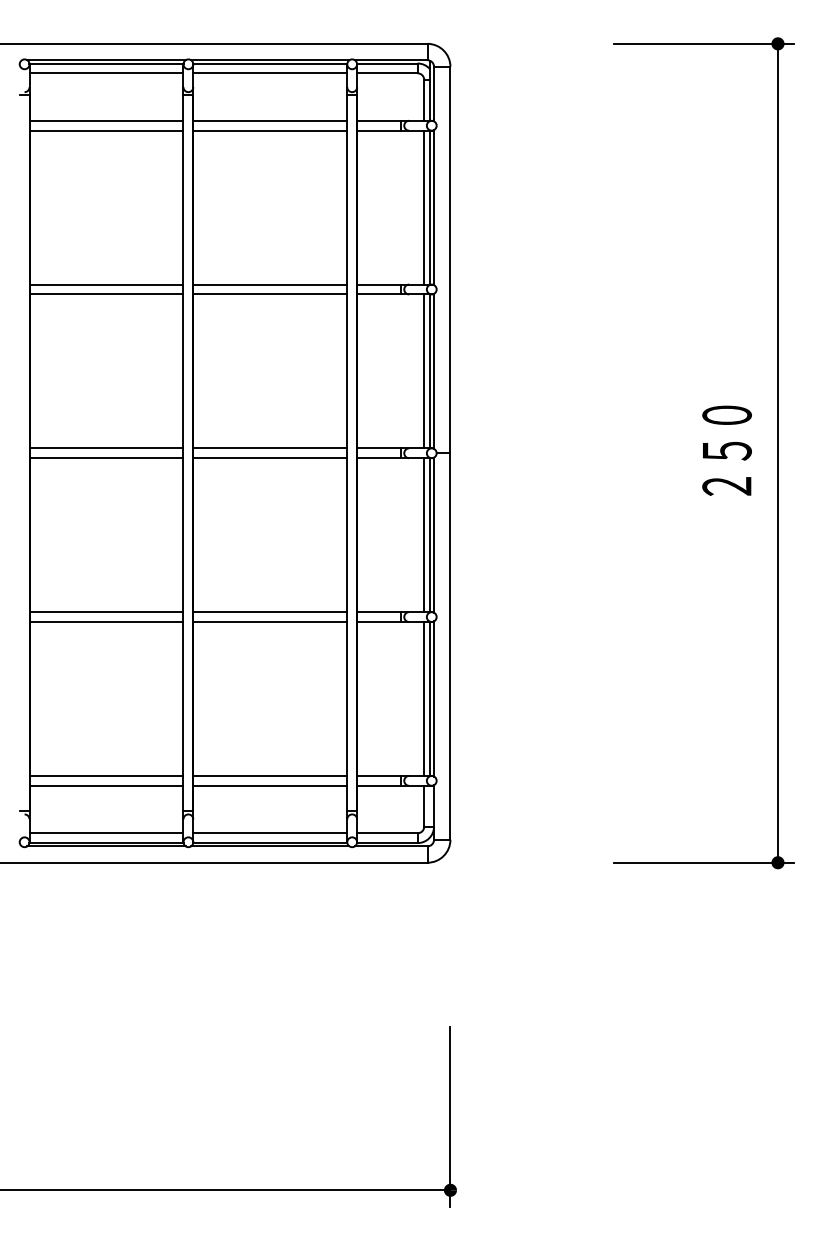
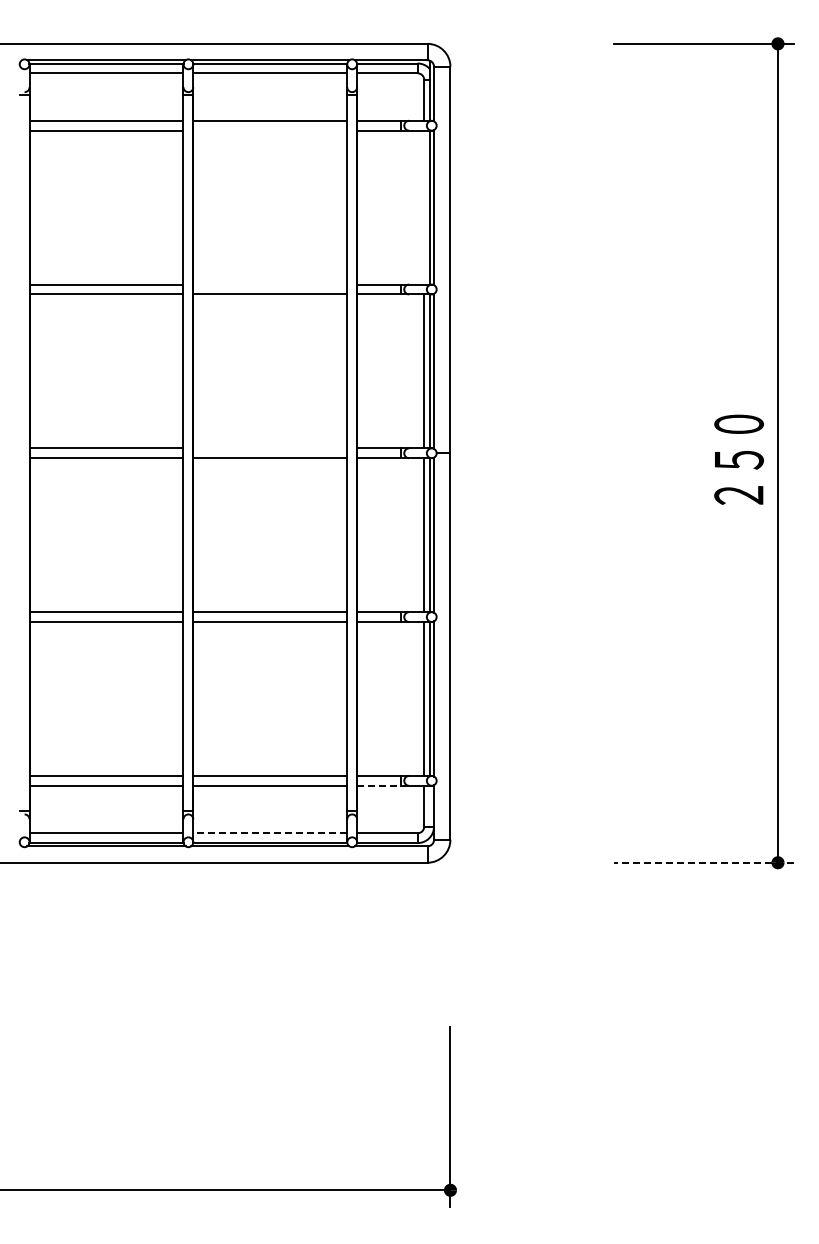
line at (270, 130): present -> none
line at (424, 207): present -> none
line at (270, 284): present -> none
line at (270, 448): present -> none
text at (726, 450) position: (726, 450) -> (738, 459)
line at (379, 785): solid -> dashed
line at (270, 833): solid -> dashed
line at (703, 862): solid -> dashed
